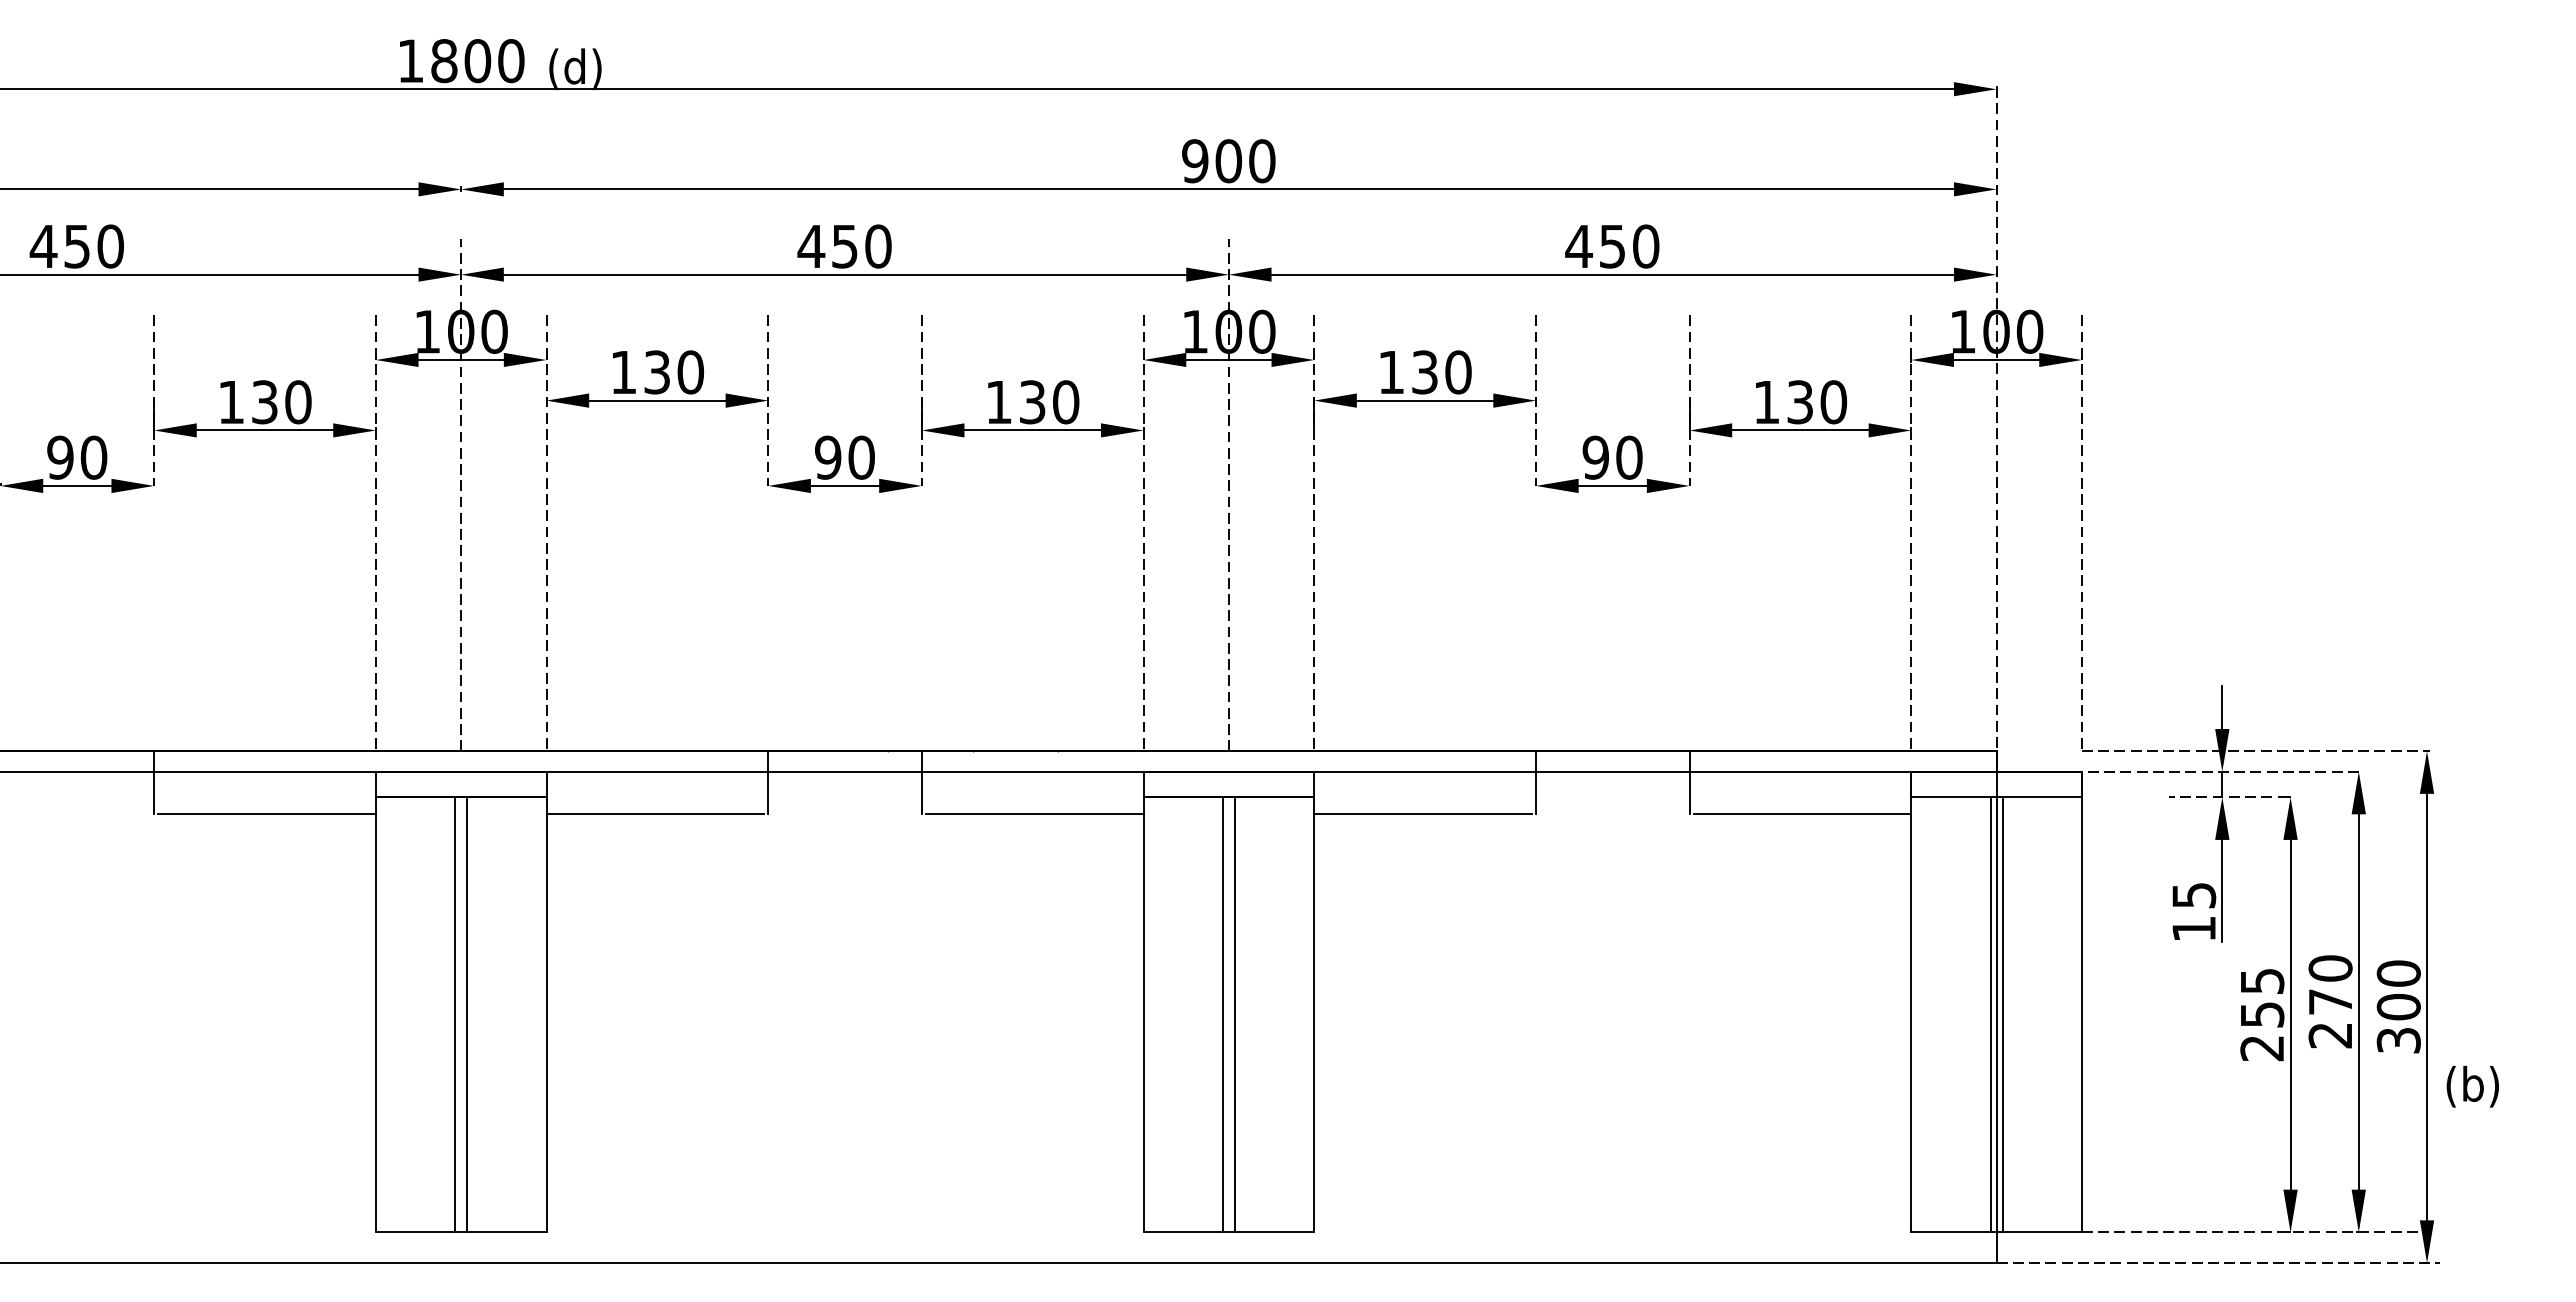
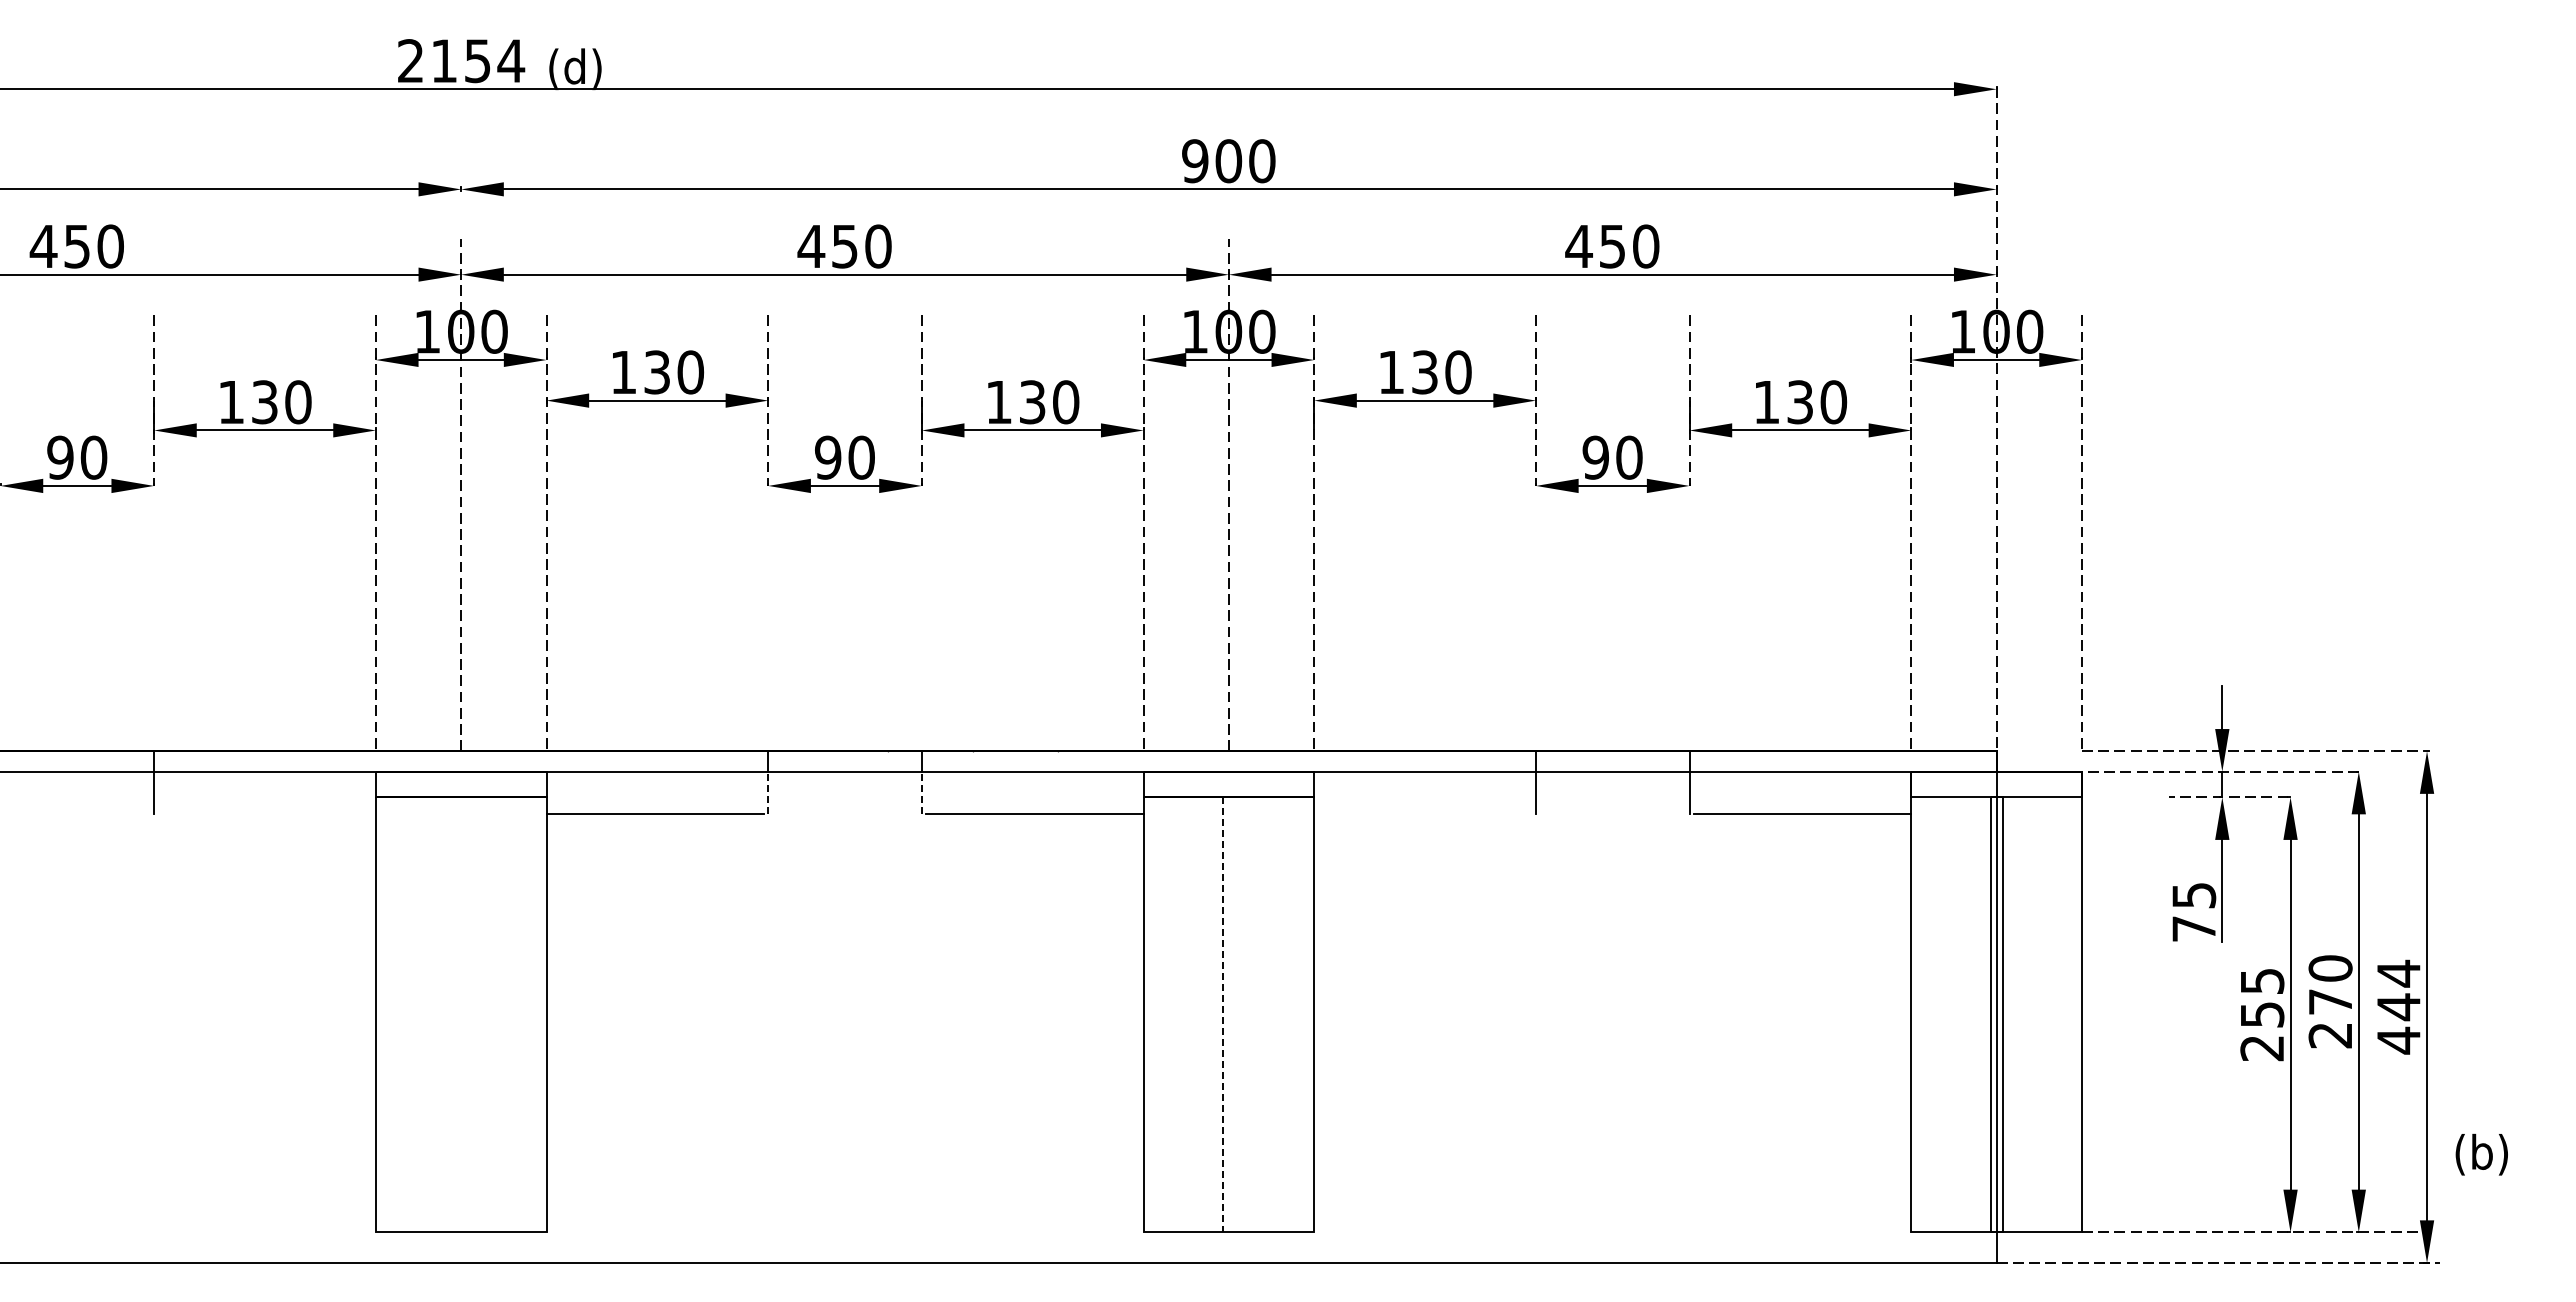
text at (461, 61): 1800 -> 2154
line at (768, 792): solid -> dashed
line at (921, 792): solid -> dashed
line at (266, 814): present -> none
line at (1422, 814): present -> none
text at (2193, 928): 15 -> 75
text at (2398, 1006): 300 -> 444
line at (455, 1014): present -> none
line at (467, 1014): present -> none
line at (1223, 1014): solid -> dashed
line at (1234, 1014): present -> none
text at (2472, 1086) position: (2472, 1086) -> (2481, 1154)
